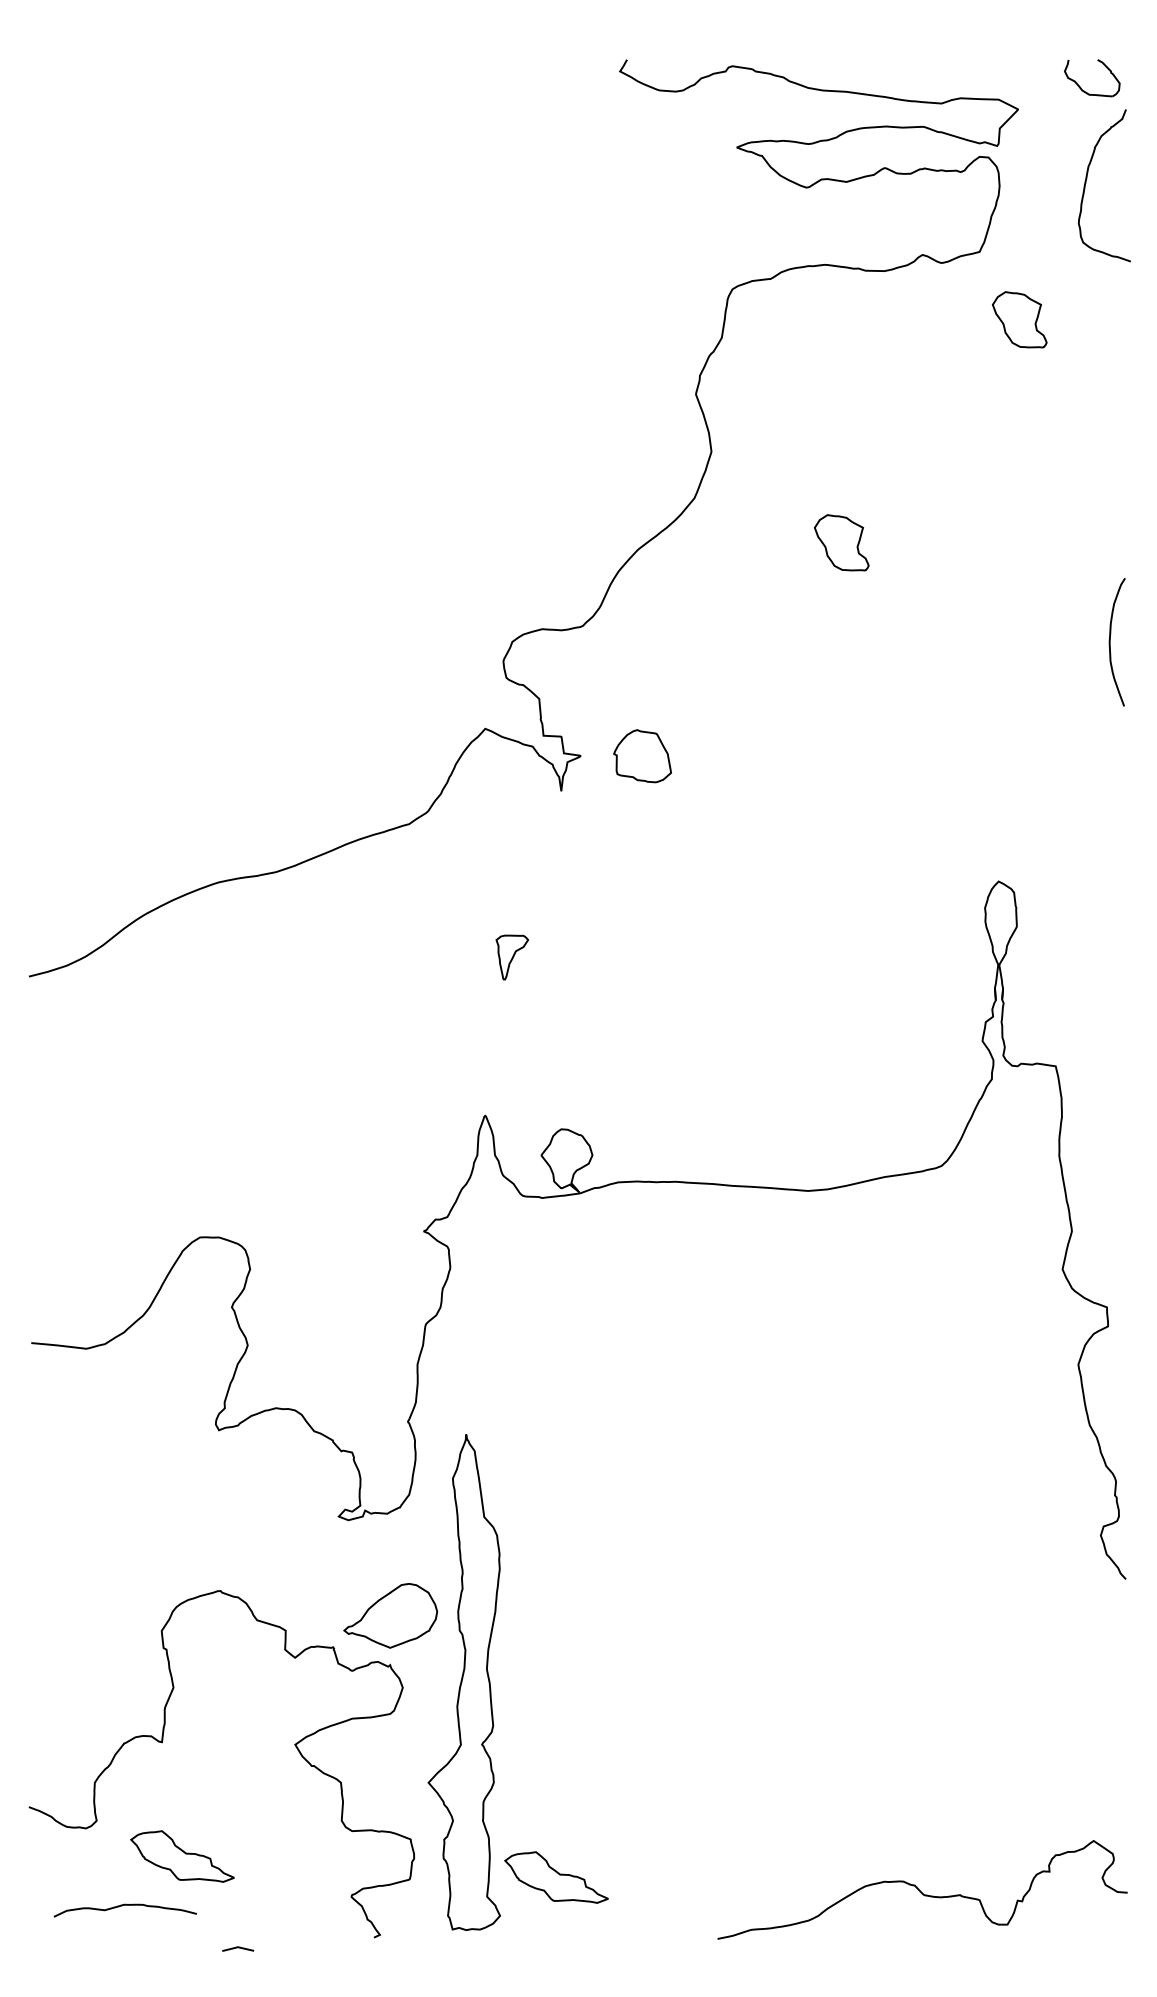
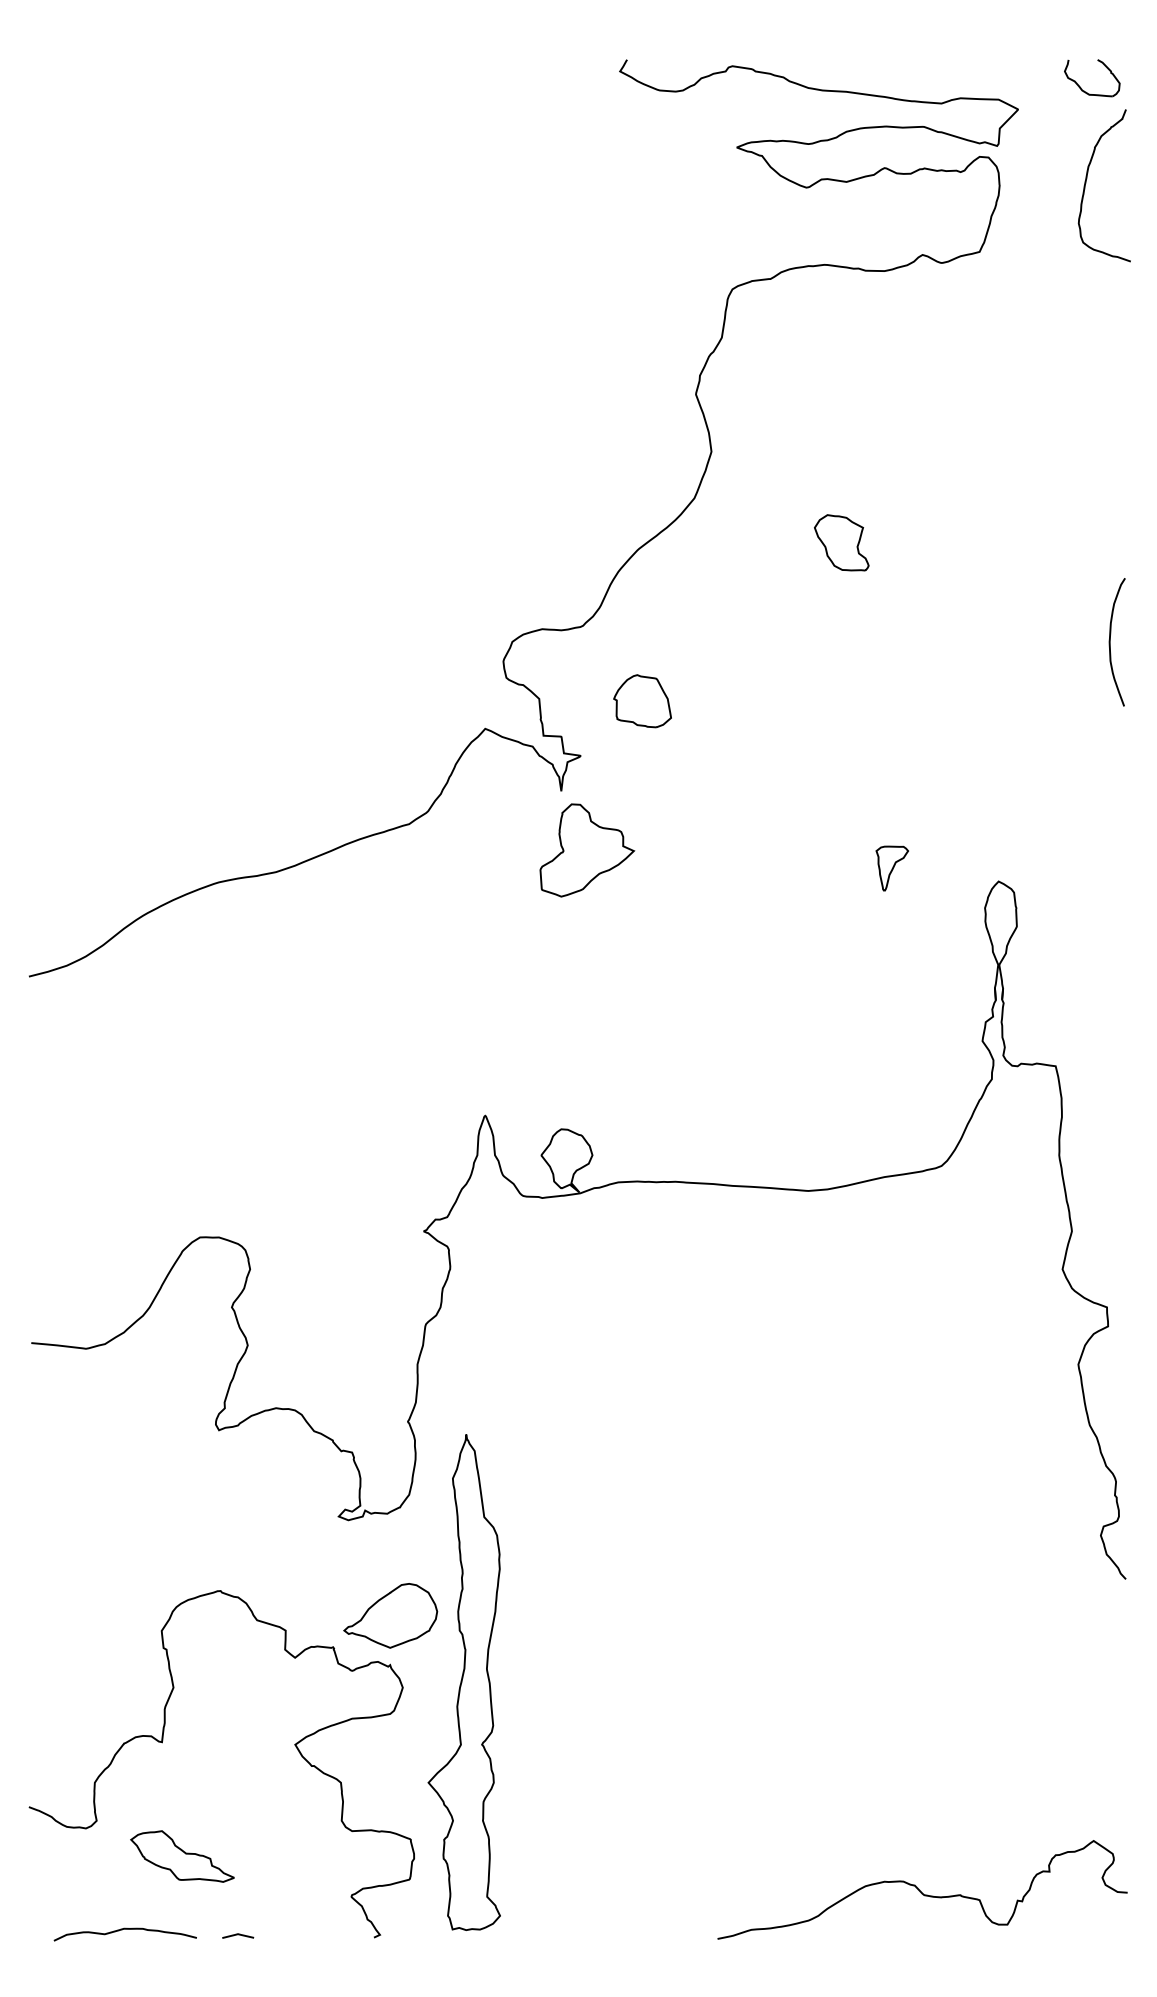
part at (1019, 319): present -> none
part at (642, 756) position: (642, 756) -> (642, 701)
part at (587, 850): none -> present
part at (511, 957) position: (511, 957) -> (891, 868)
part at (556, 1877): present -> none
curve at (122, 1906) position: (122, 1906) -> (122, 1930)
curve at (238, 1948) position: (238, 1948) -> (238, 1935)
